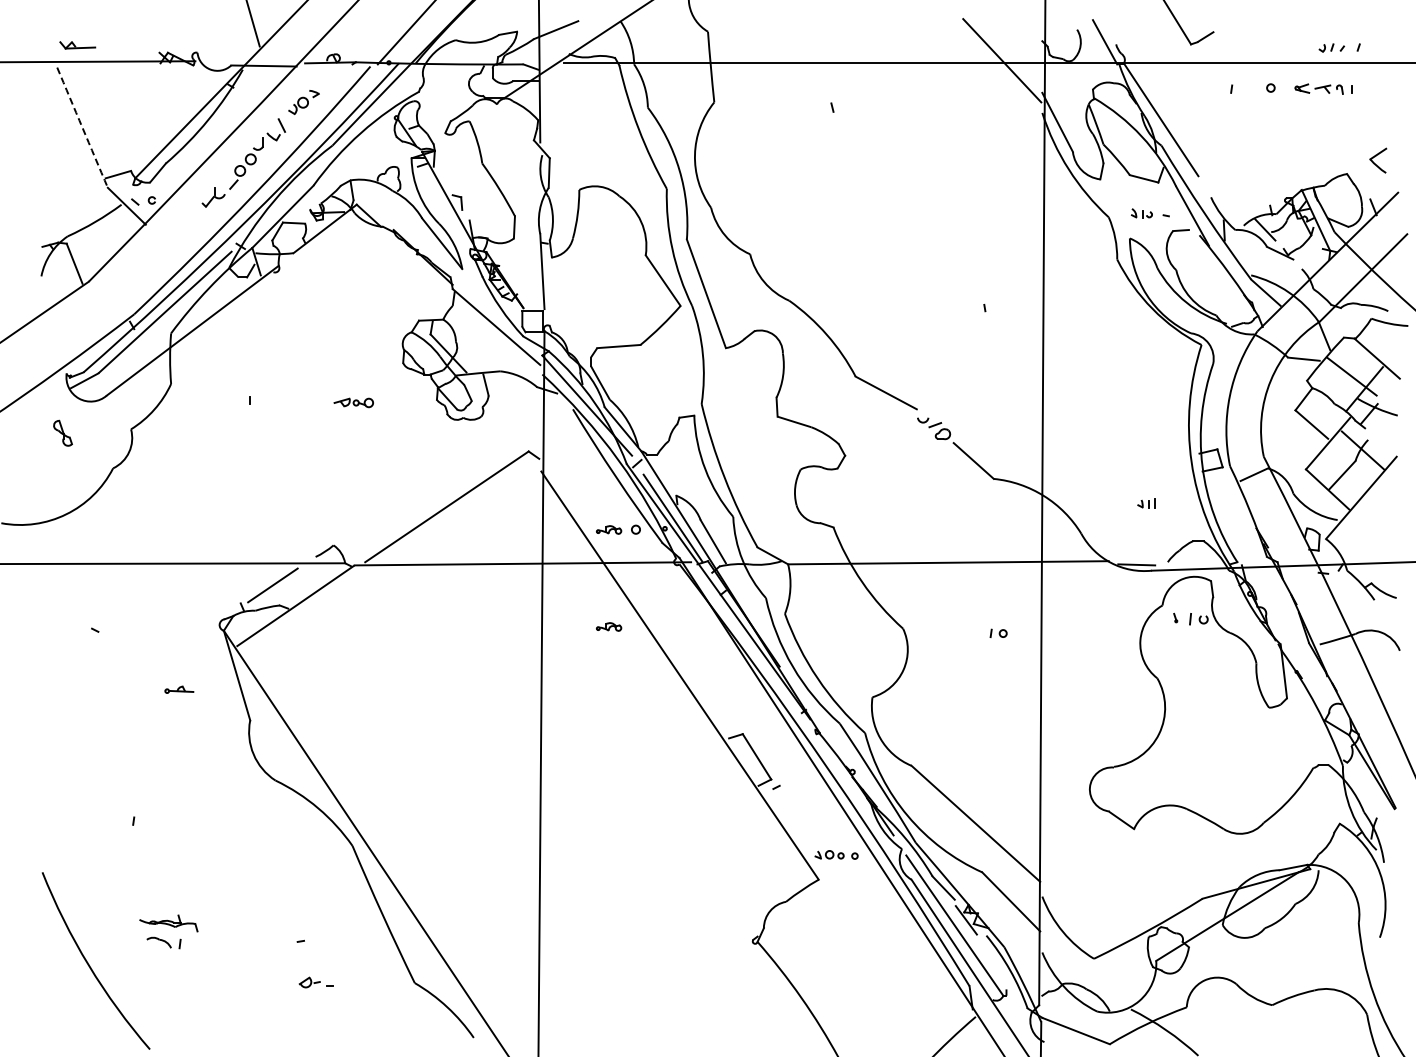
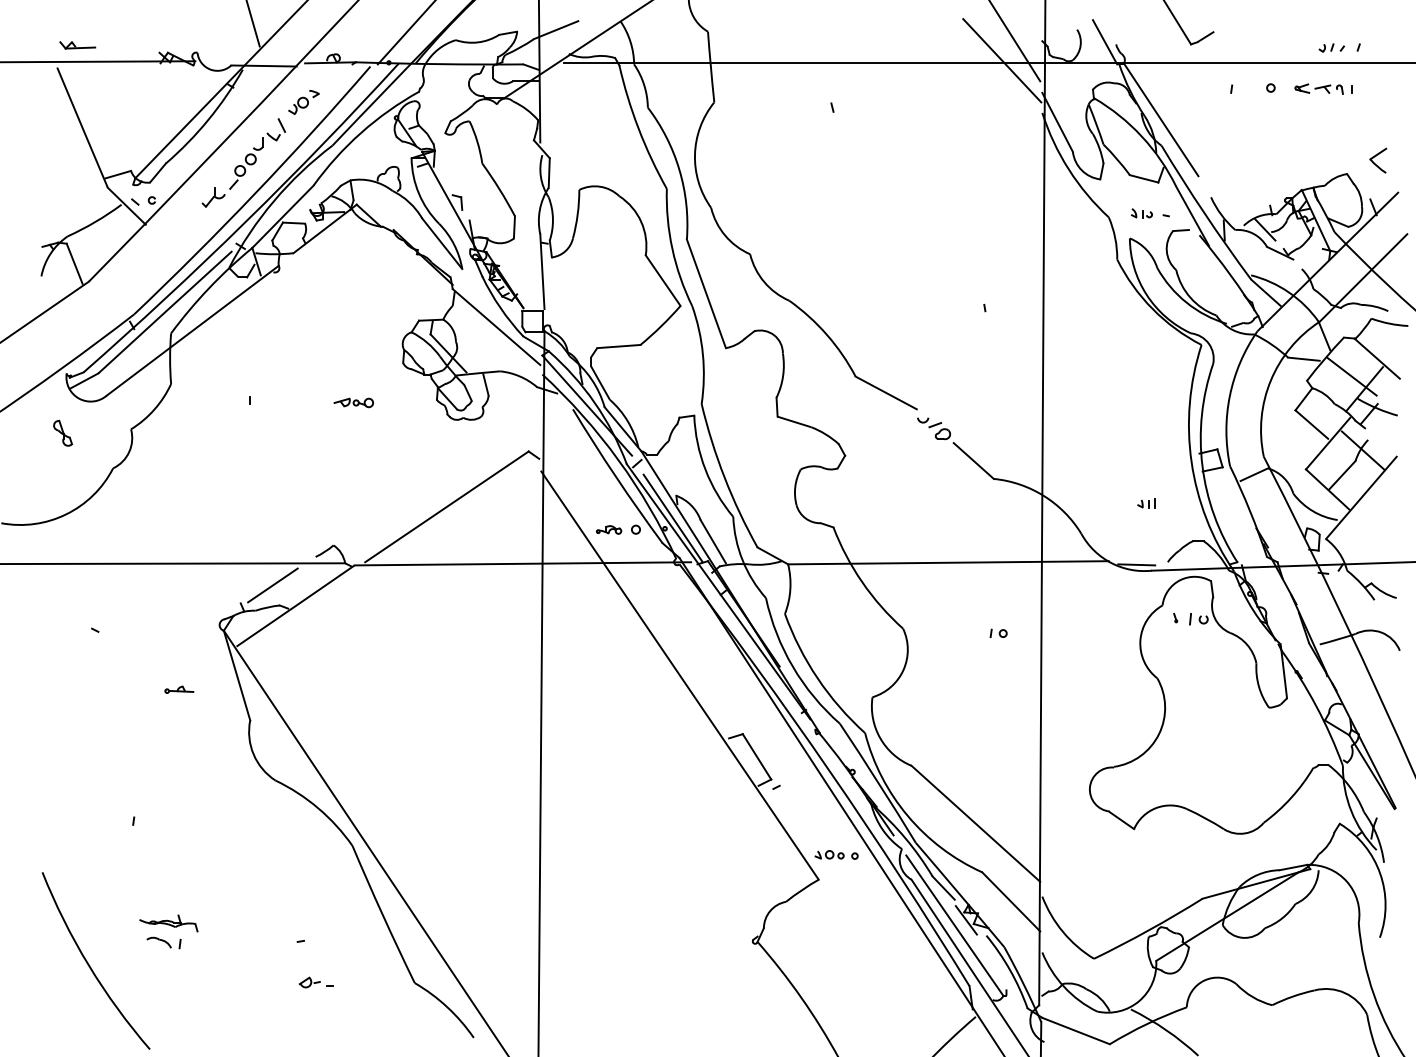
line at (1015, 41): none -> present
arc at (82, 127): dashed -> solid
part at (609, 626): present -> none
